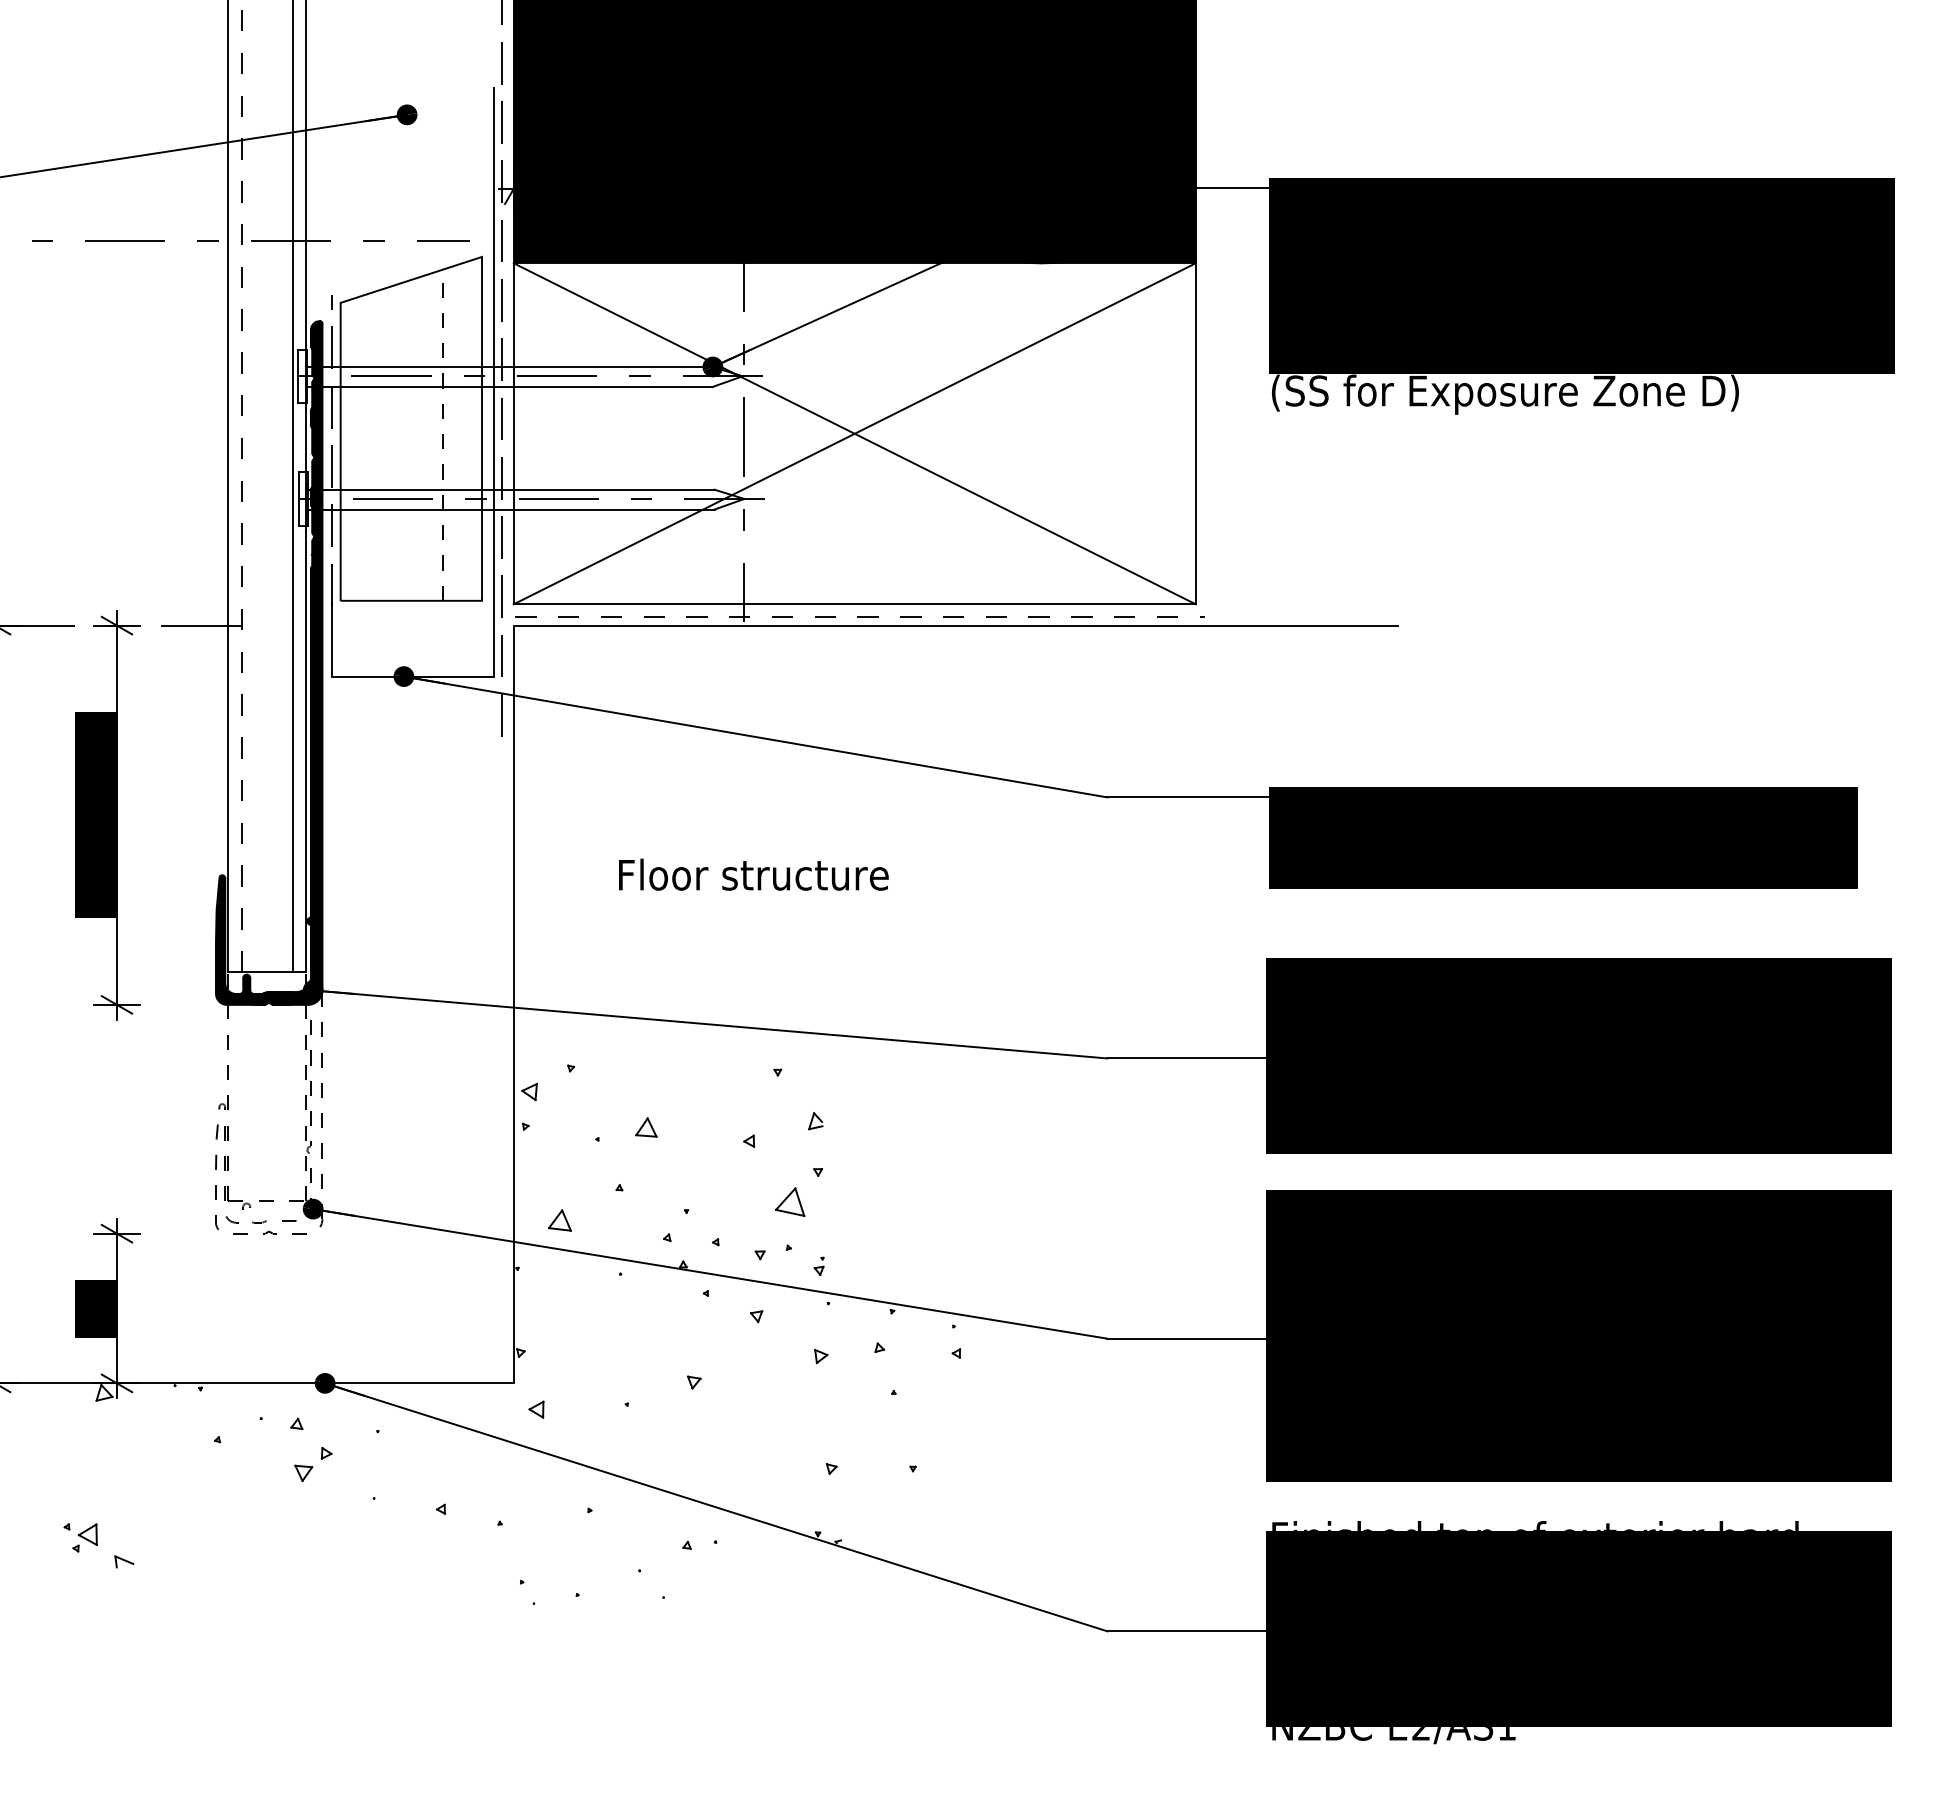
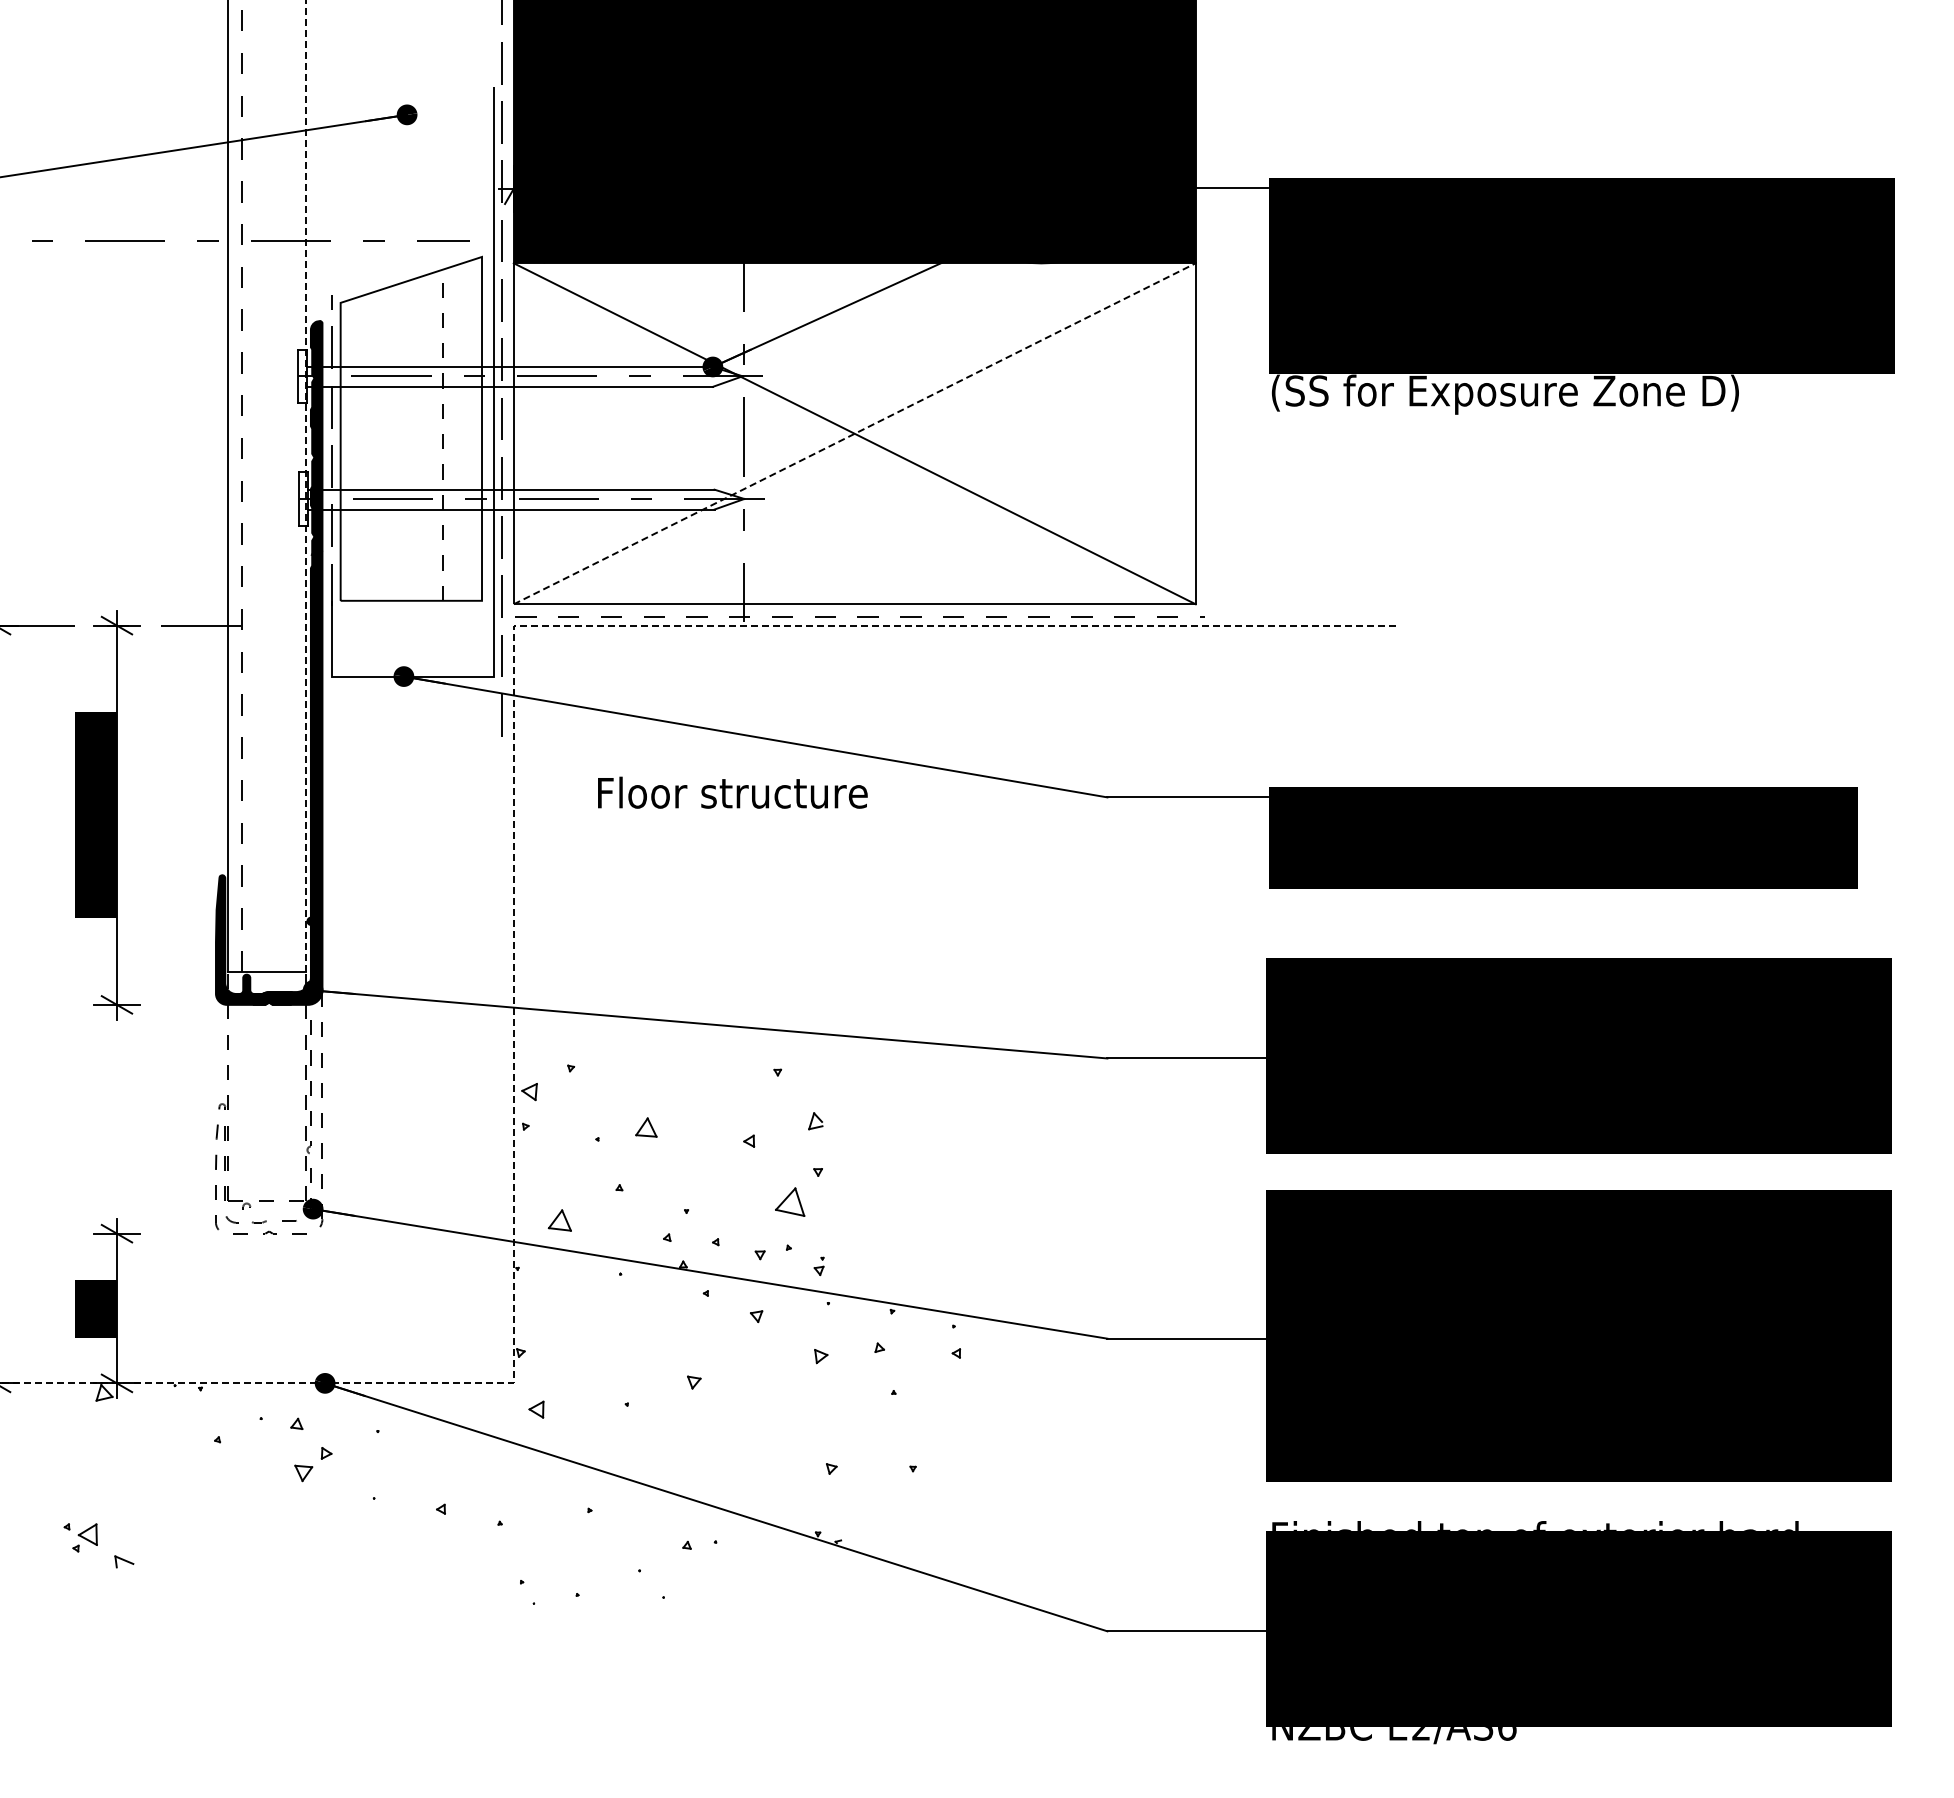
line at (855, 433): solid -> dashed
line at (306, 486): solid -> dashed
line at (292, 487): present -> none
line at (513, 818): solid -> dashed
text at (753, 874) position: (753, 874) -> (732, 792)
text at (1507, 1733): E2/AS1 -> E2/AS6
